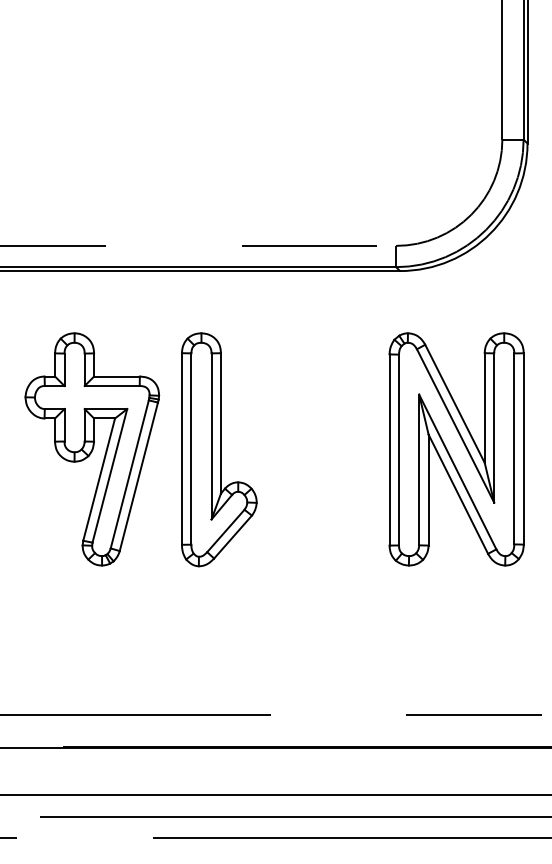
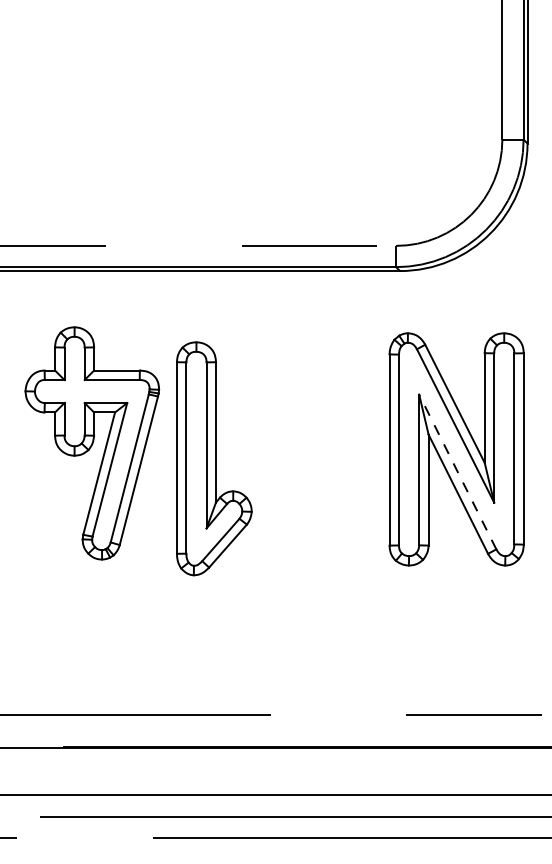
part at (92, 449) position: (92, 449) -> (92, 443)
part at (219, 449) position: (219, 449) -> (214, 458)
line at (457, 471): solid -> dashed
